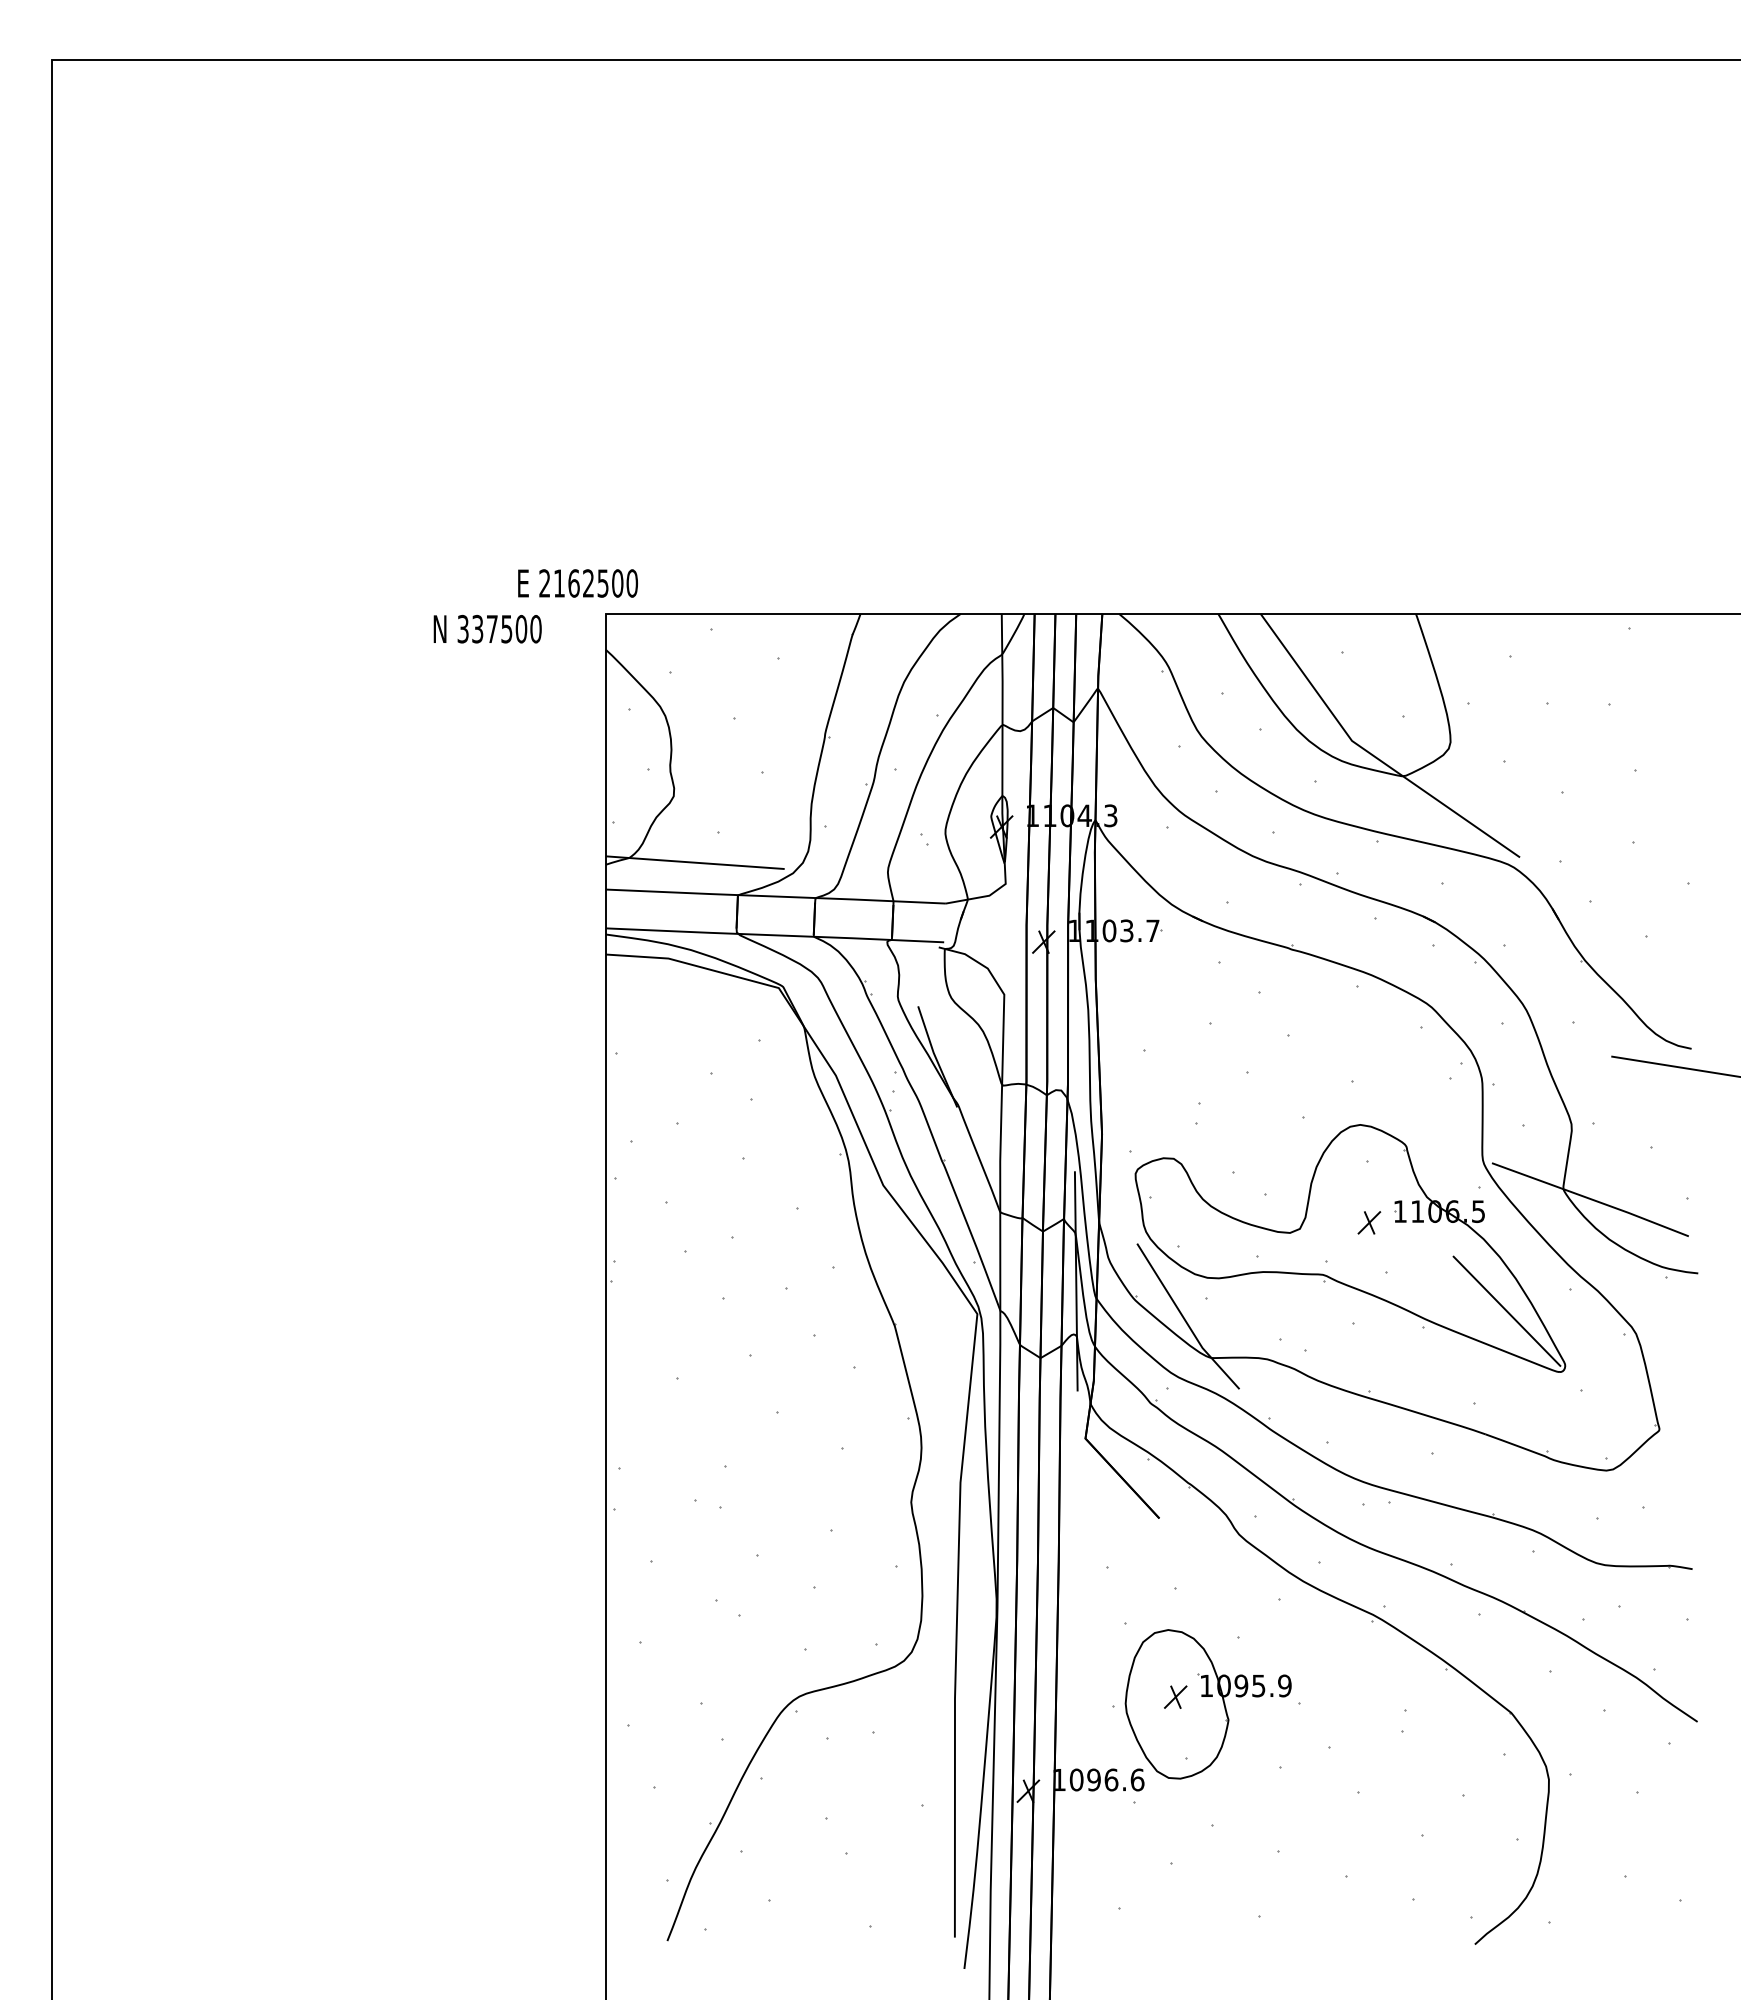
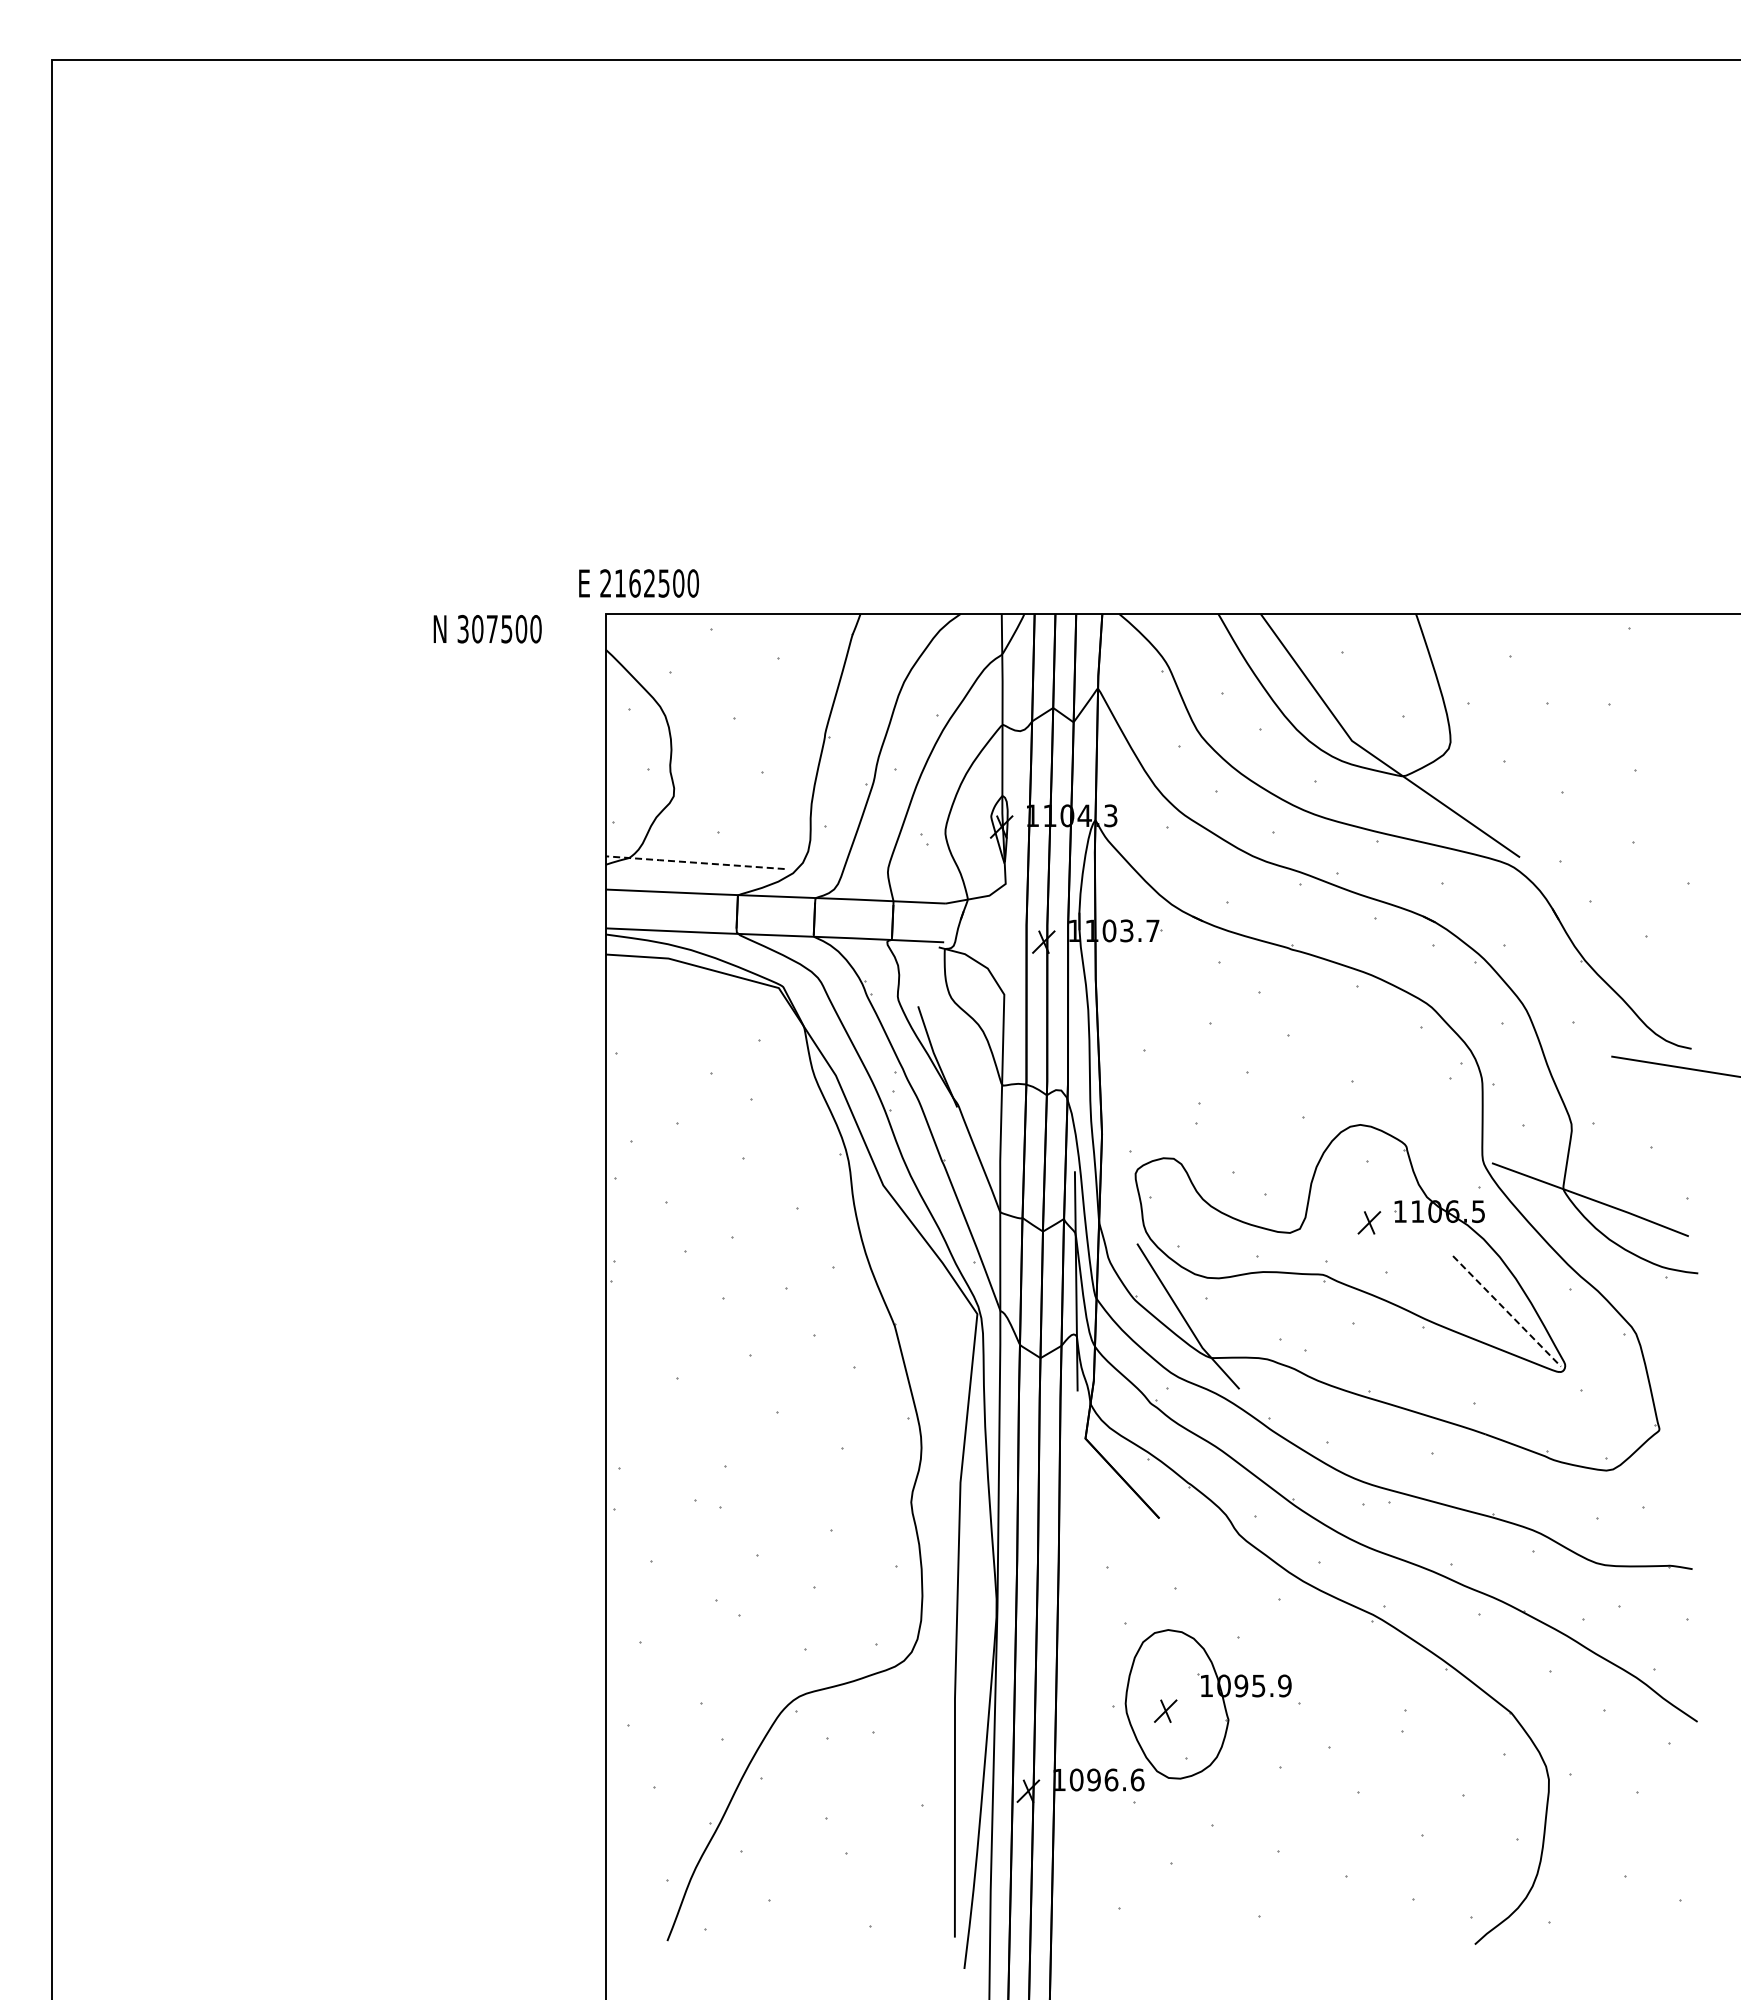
text at (577, 583) position: (577, 583) -> (638, 583)
text at (477, 629): 337500 -> 307500
line at (694, 862): solid -> dashed
line at (1507, 1311): solid -> dashed
part at (1175, 1696) position: (1175, 1696) -> (1165, 1710)
